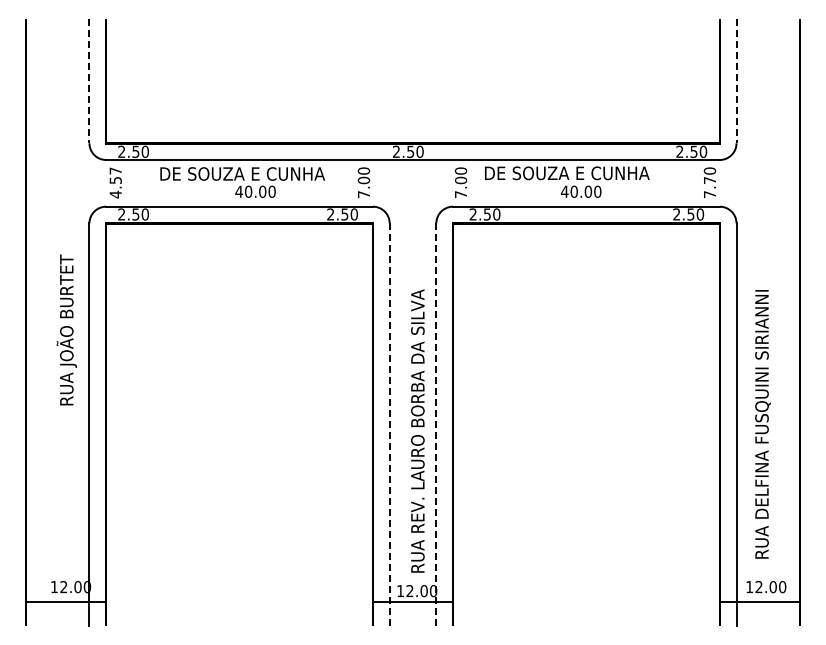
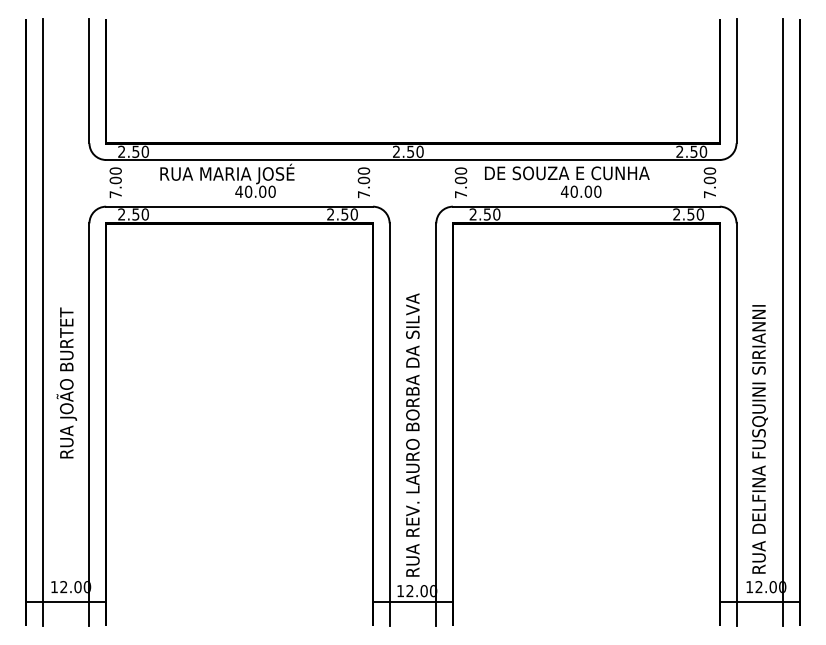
line at (89, 81): dashed -> solid
line at (736, 81): dashed -> solid
text at (243, 173): DE SOUZA E CUNHA -> RUA MARIA JOSÉ
text at (709, 180): 7.70 -> 7.00
text at (115, 182): 4.57 -> 7.00
line at (42, 322): none -> present
line at (783, 322): none -> present
text at (66, 329) position: (66, 329) -> (66, 382)
text at (762, 424) position: (762, 424) -> (759, 439)
line at (389, 425): dashed -> solid
line at (436, 425): dashed -> solid
text at (417, 430) position: (417, 430) -> (412, 434)
